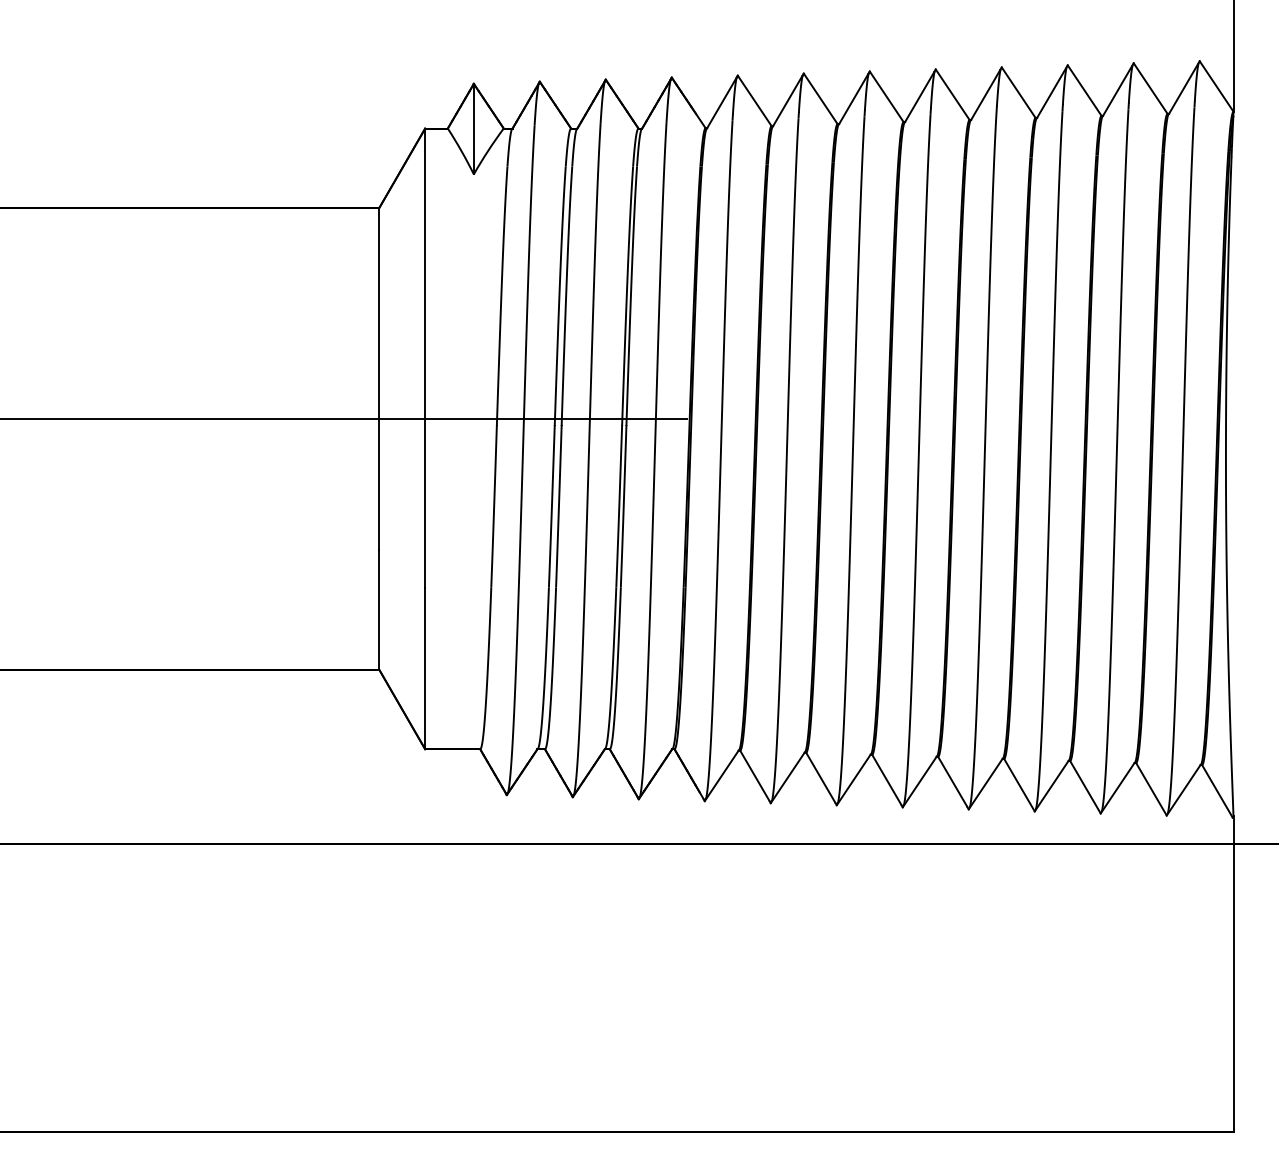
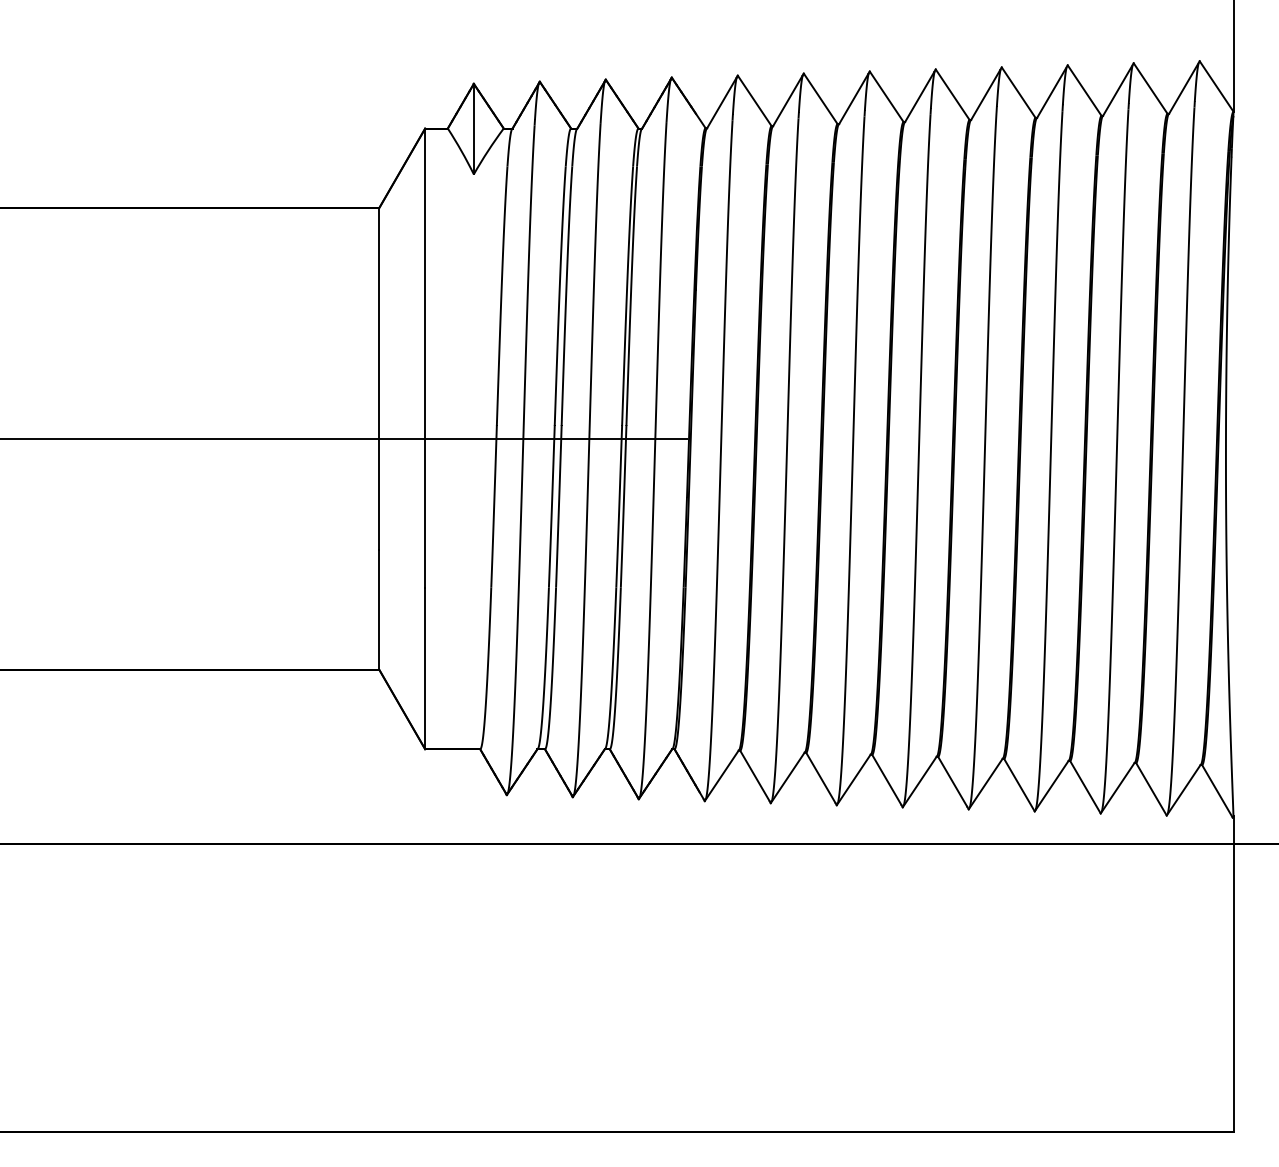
line at (344, 418) position: (344, 418) -> (344, 438)
